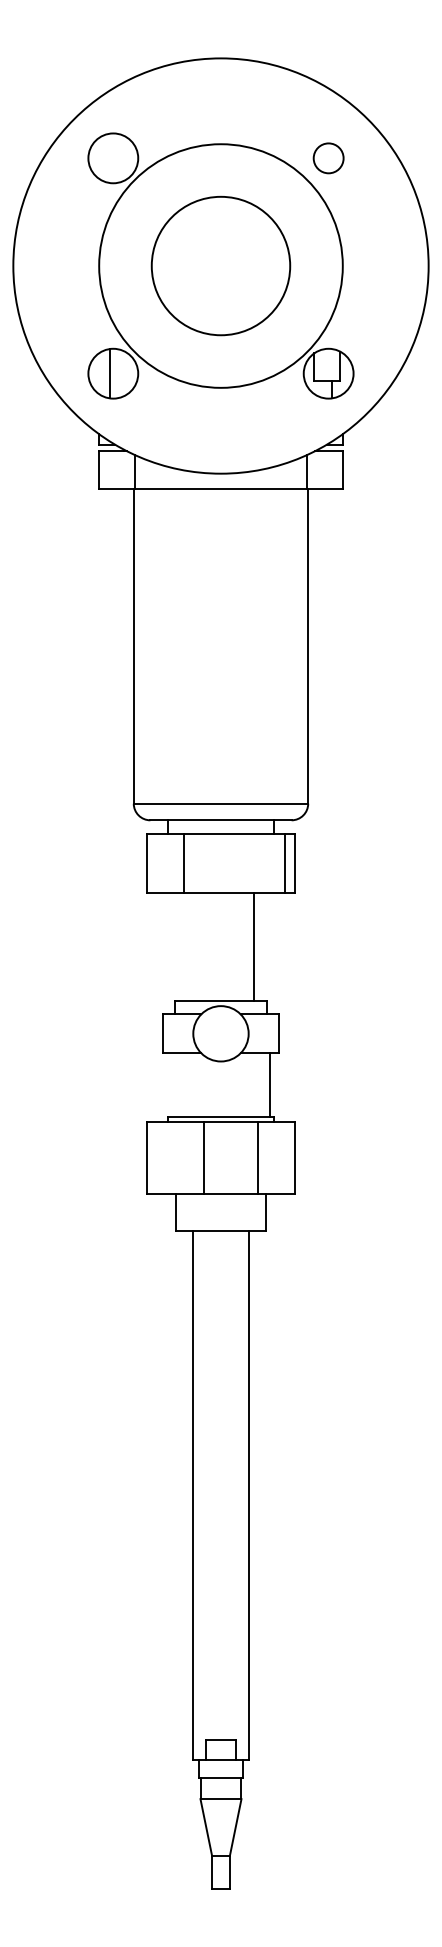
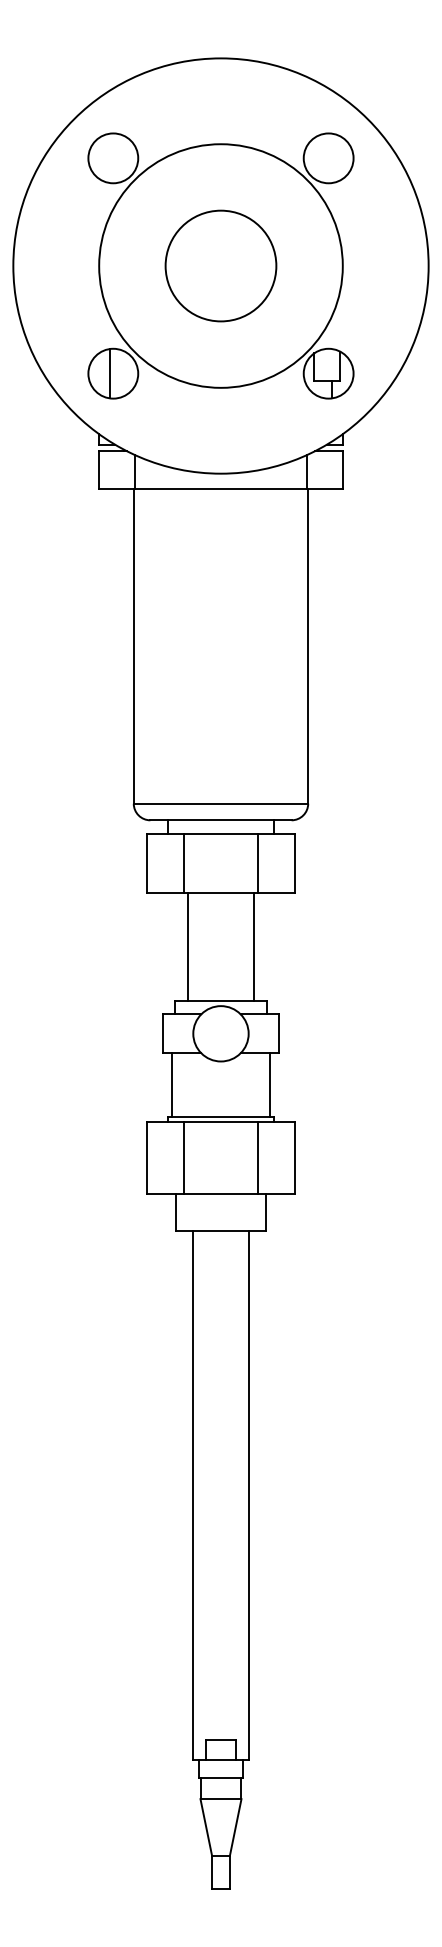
circle at (328, 158) diameter: 30 px -> 50 px
circle at (220, 265) diameter: 138 px -> 111 px
line at (284, 863) position: (284, 863) -> (257, 863)
line at (187, 946): none -> present
line at (171, 1084): none -> present
line at (204, 1158) position: (204, 1158) -> (184, 1158)
